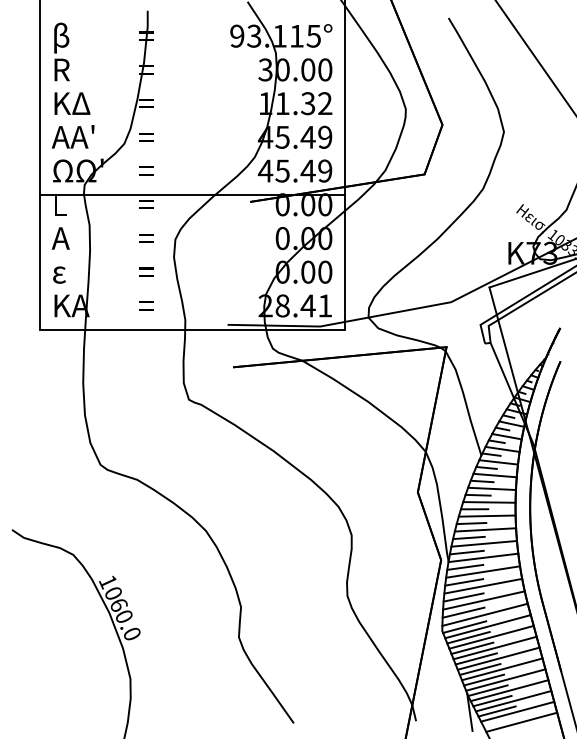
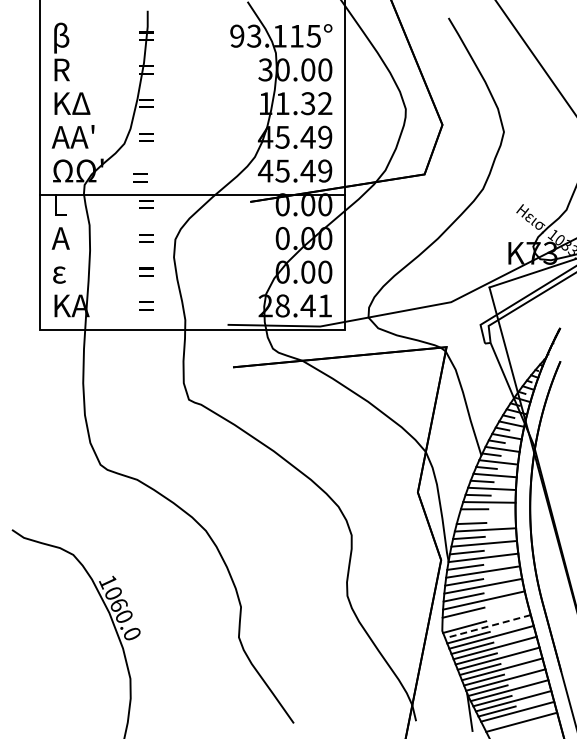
text at (146, 170) position: (146, 170) -> (140, 177)
line at (486, 515): present -> none
line at (484, 614): present -> none
line at (487, 626): solid -> dashed
